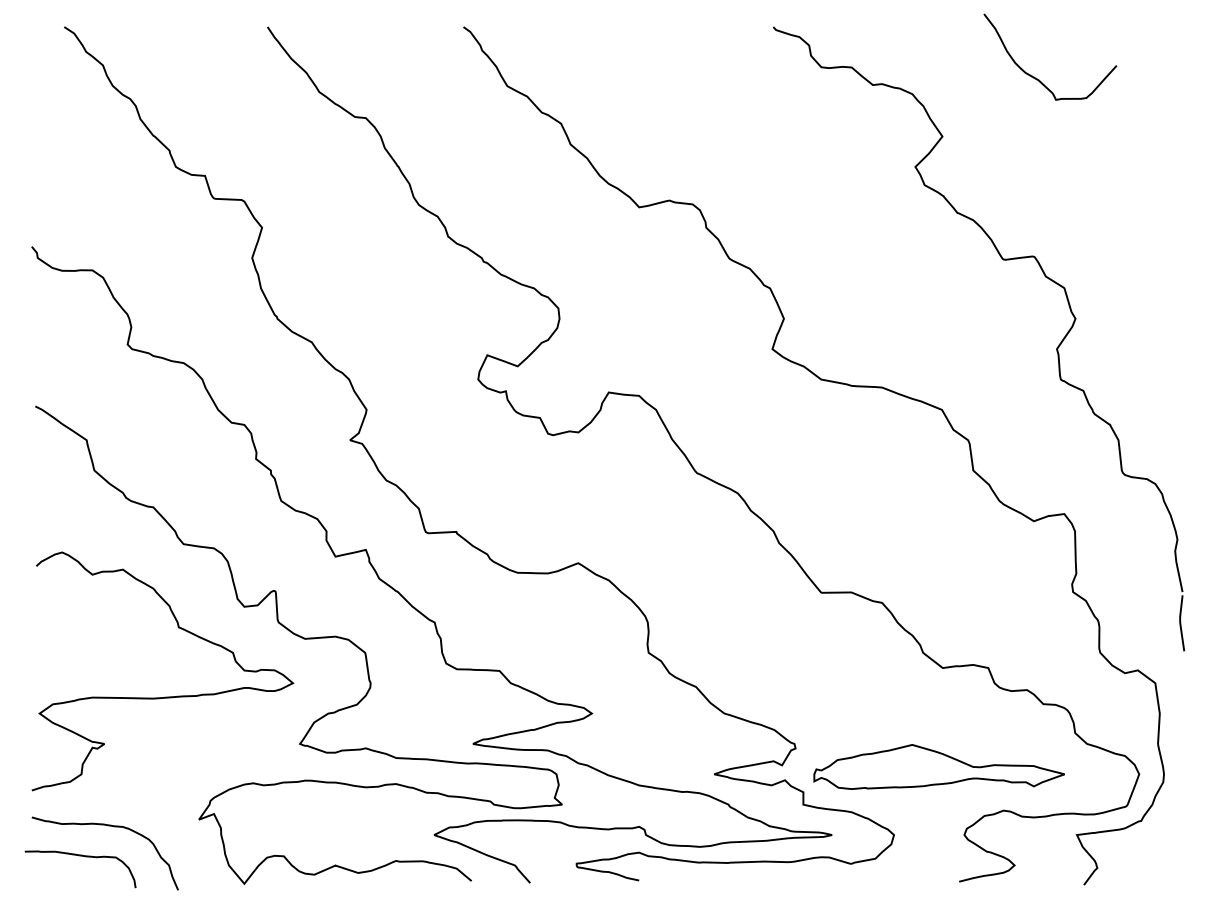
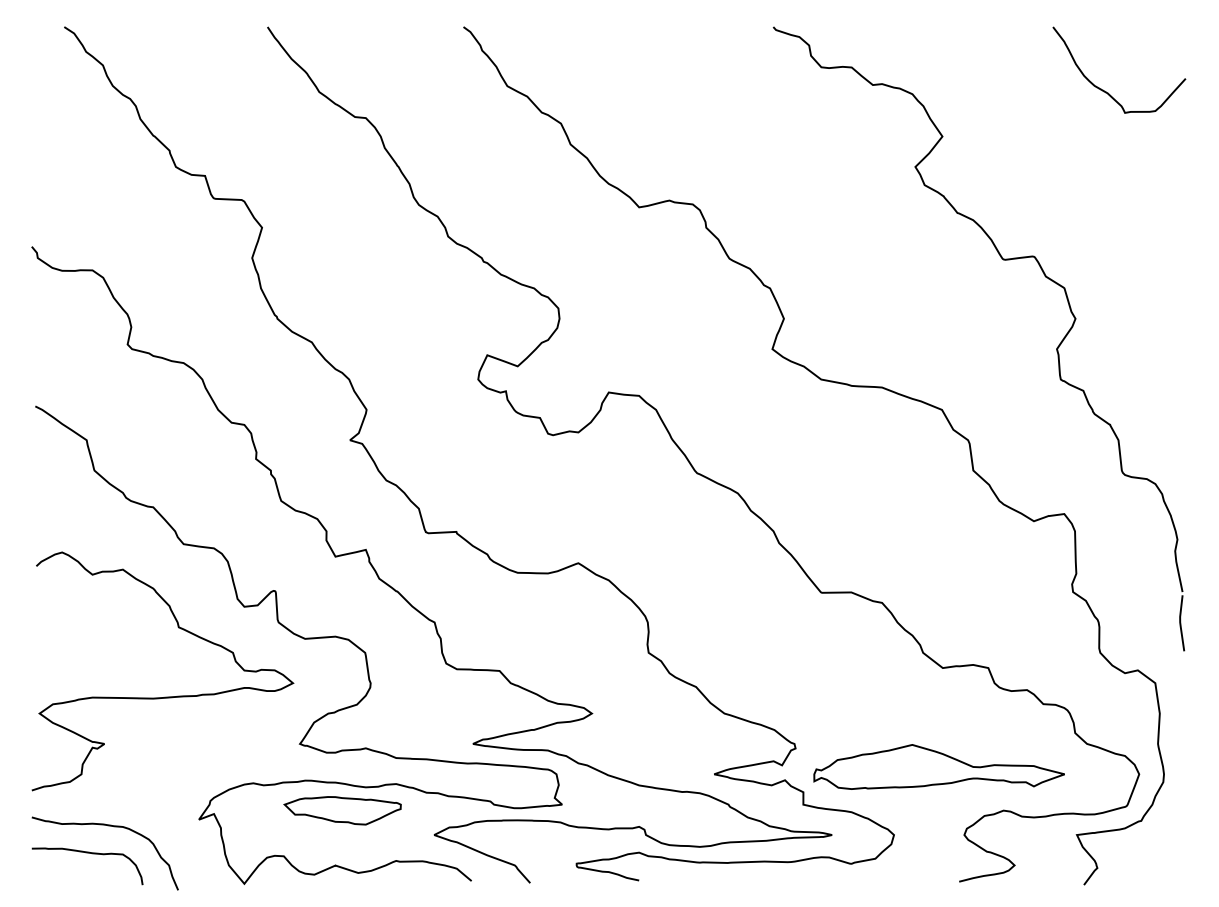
curve at (1039, 79) position: (1039, 79) -> (1108, 92)
part at (342, 810): none -> present
curve at (80, 856) position: (80, 856) -> (87, 853)
